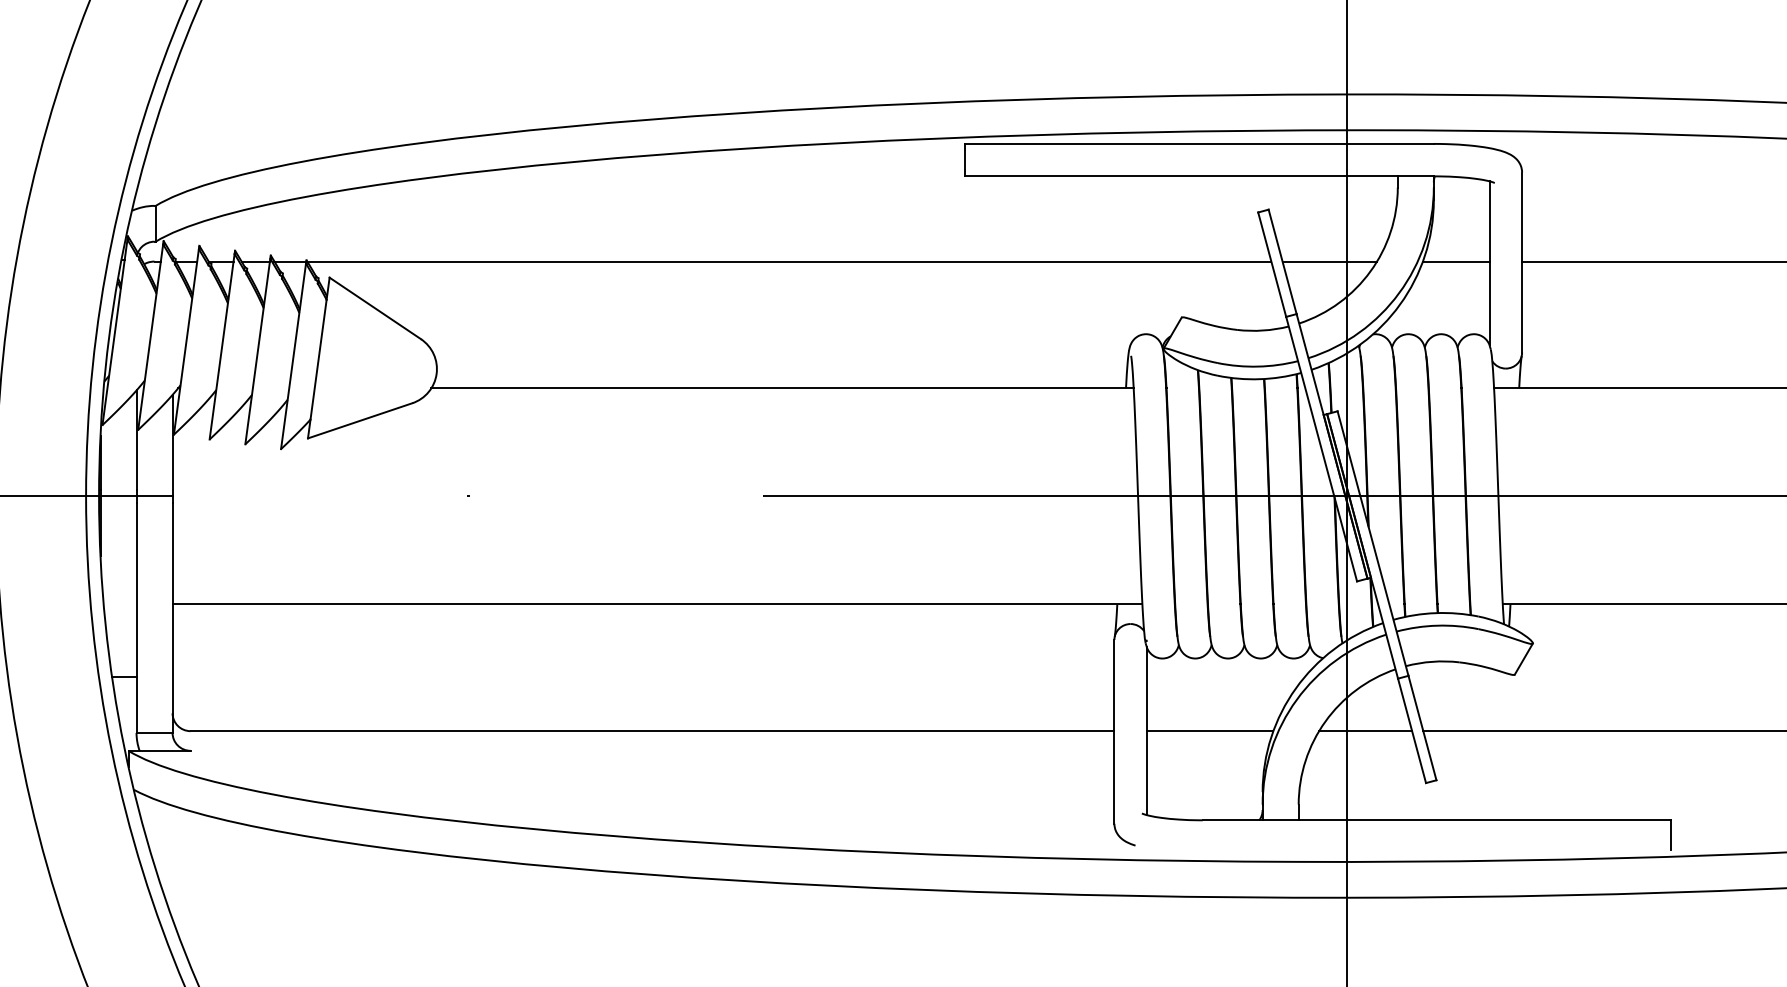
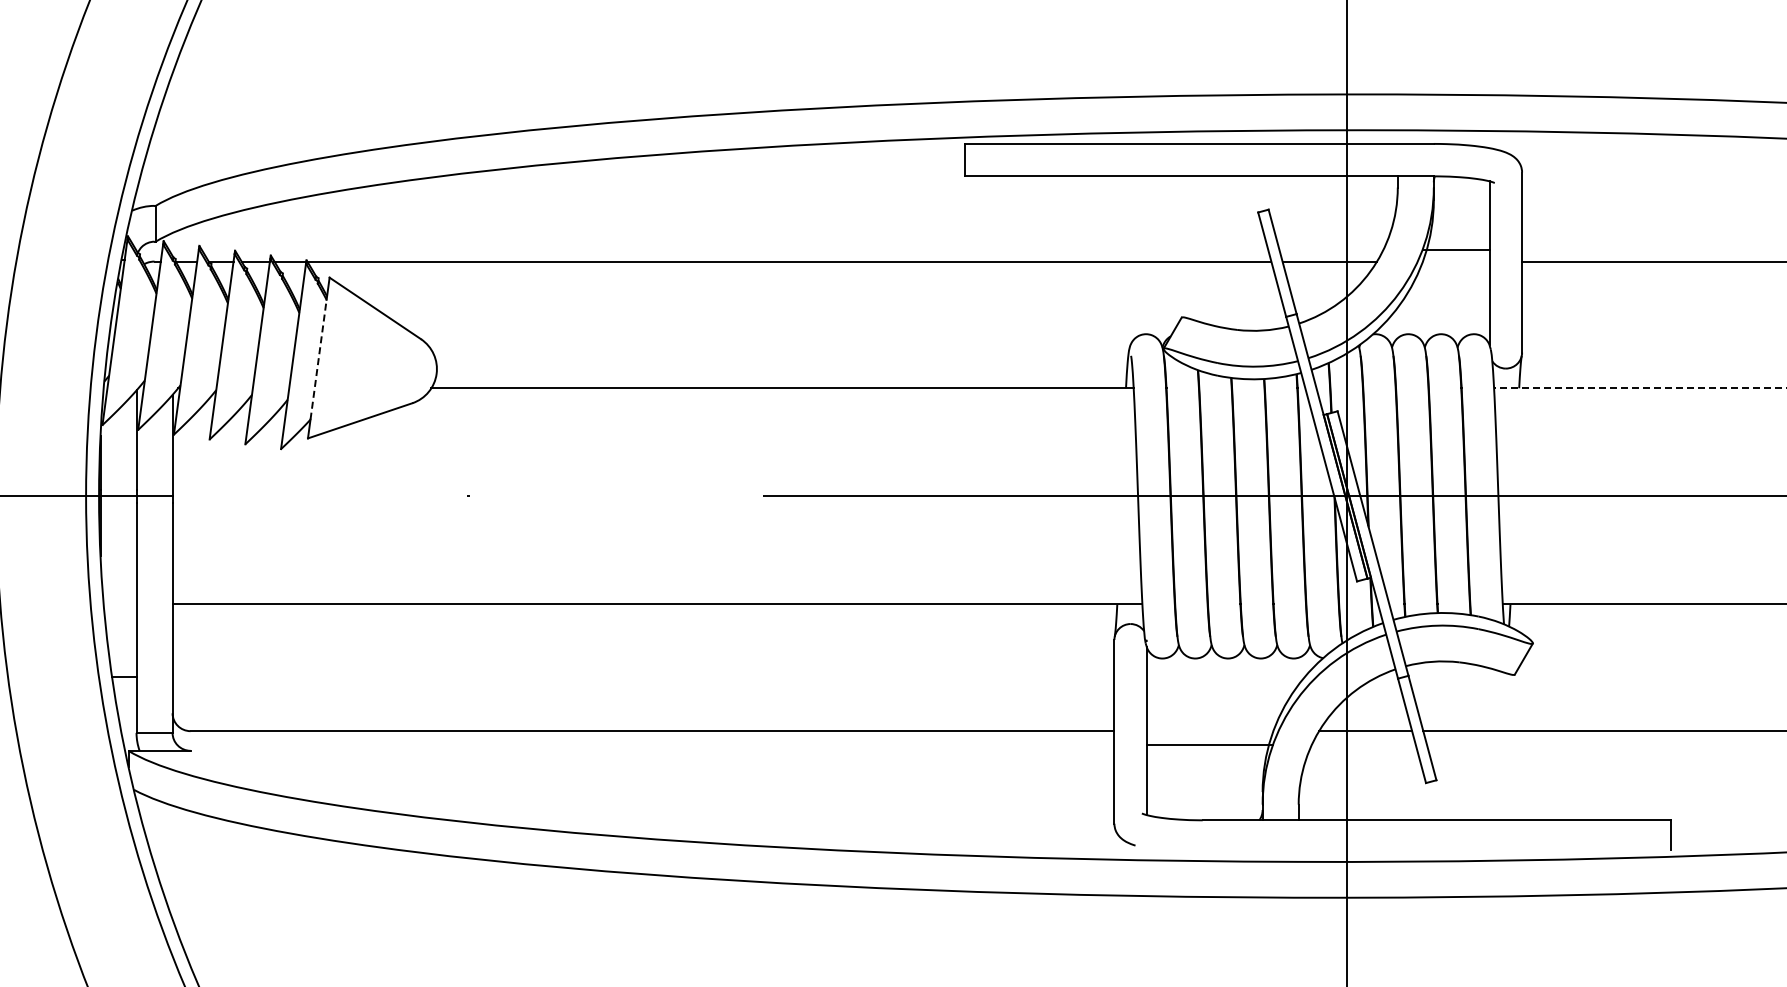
line at (1455, 261) position: (1455, 261) -> (1455, 249)
line at (318, 359): solid -> dashed
line at (1640, 388): solid -> dashed
line at (1209, 731) position: (1209, 731) -> (1209, 745)
